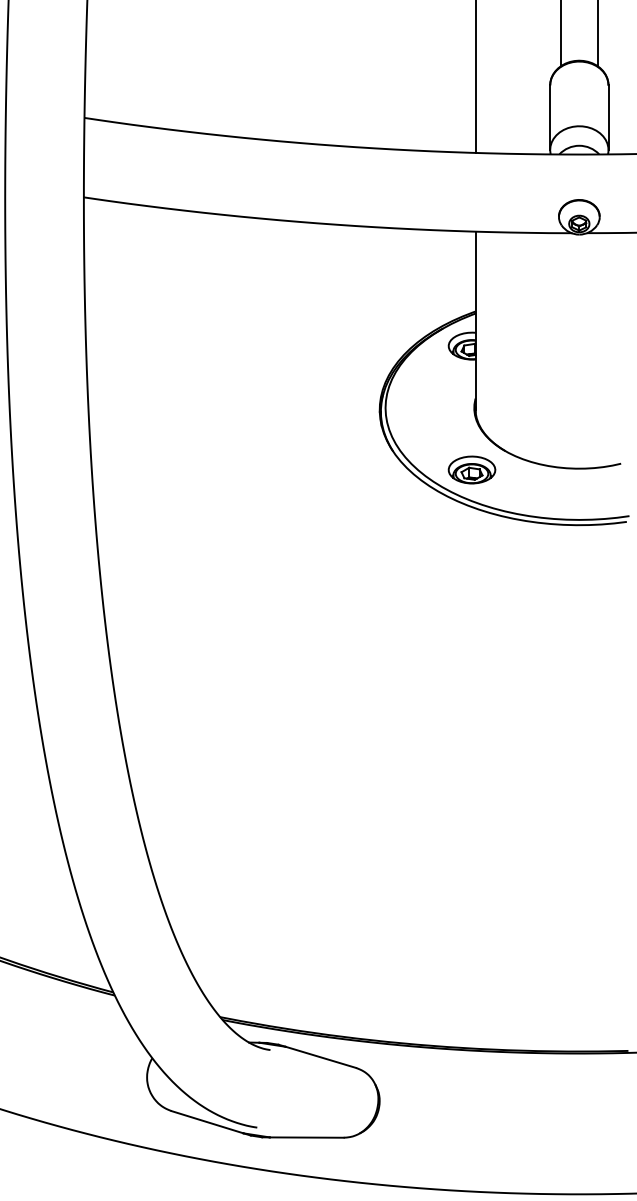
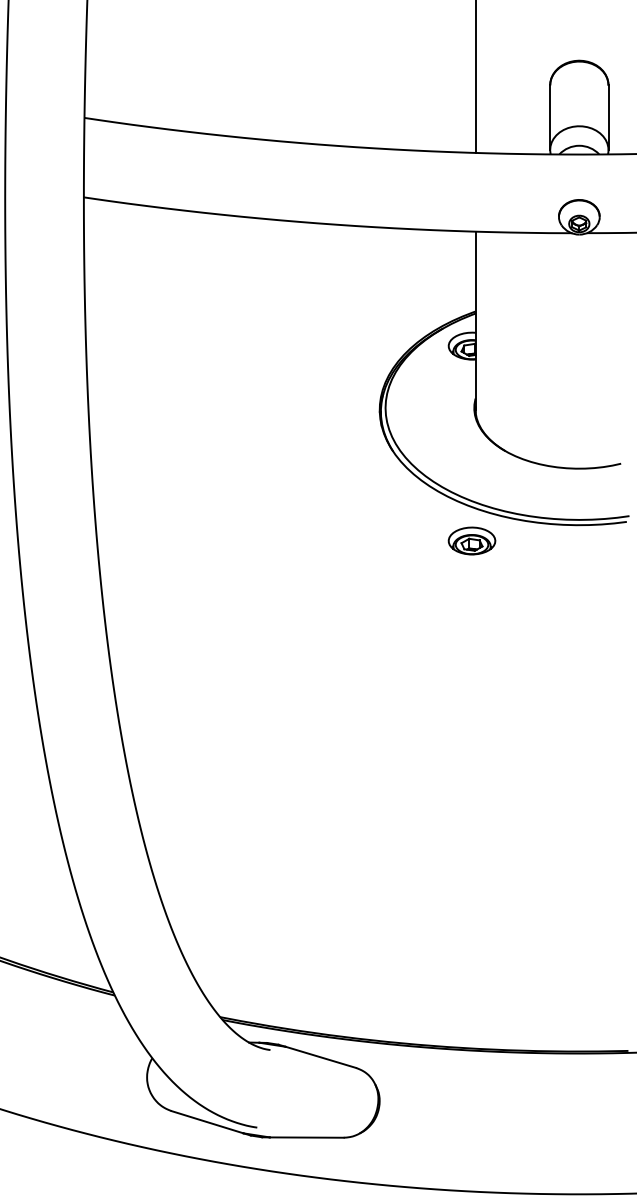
line at (560, 34): present -> none
line at (598, 34): present -> none
part at (471, 469) position: (471, 469) -> (471, 540)
